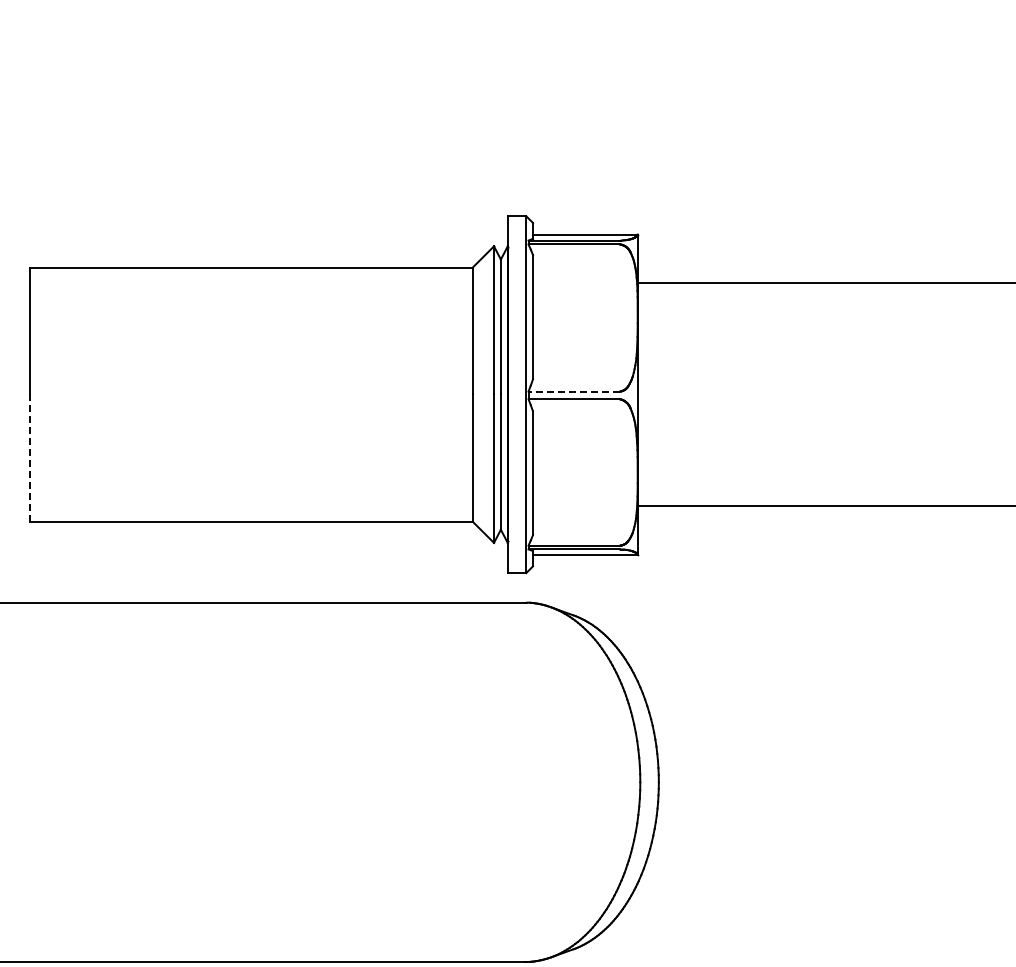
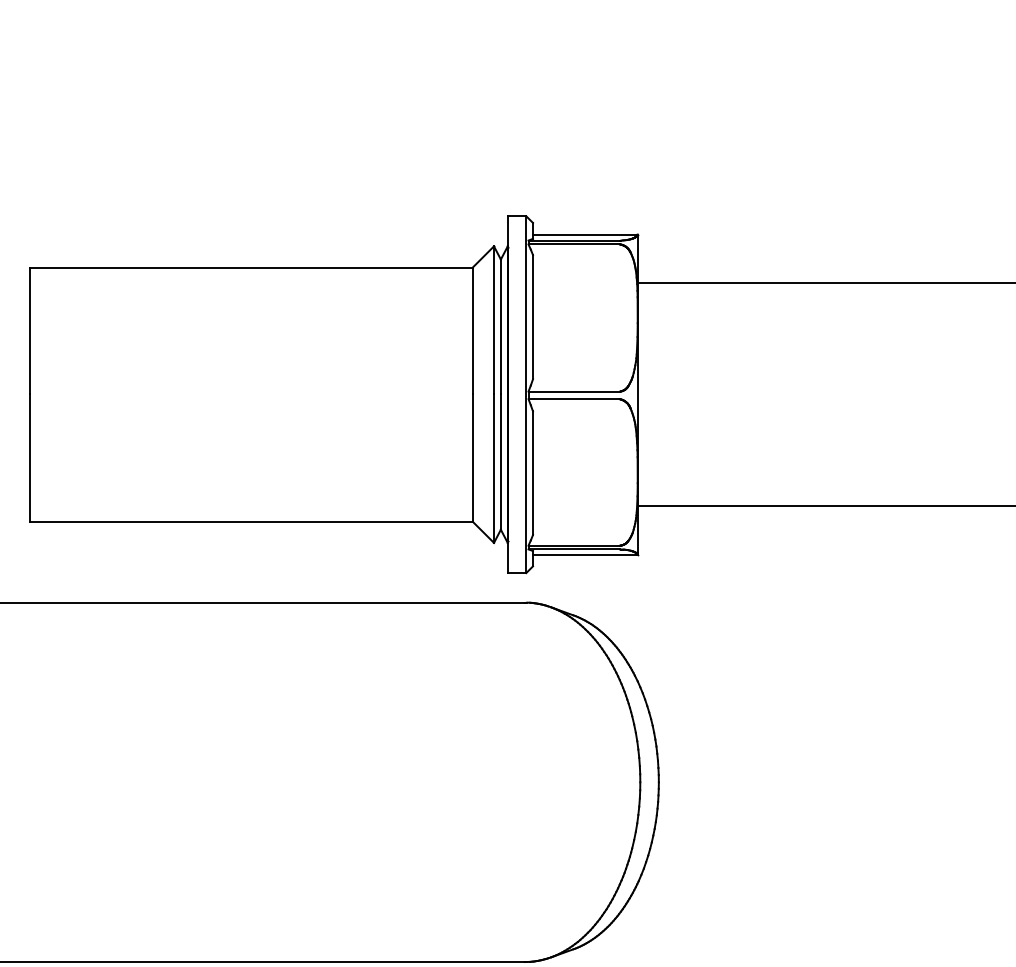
line at (574, 391): dashed -> solid
line at (29, 457): dashed -> solid
